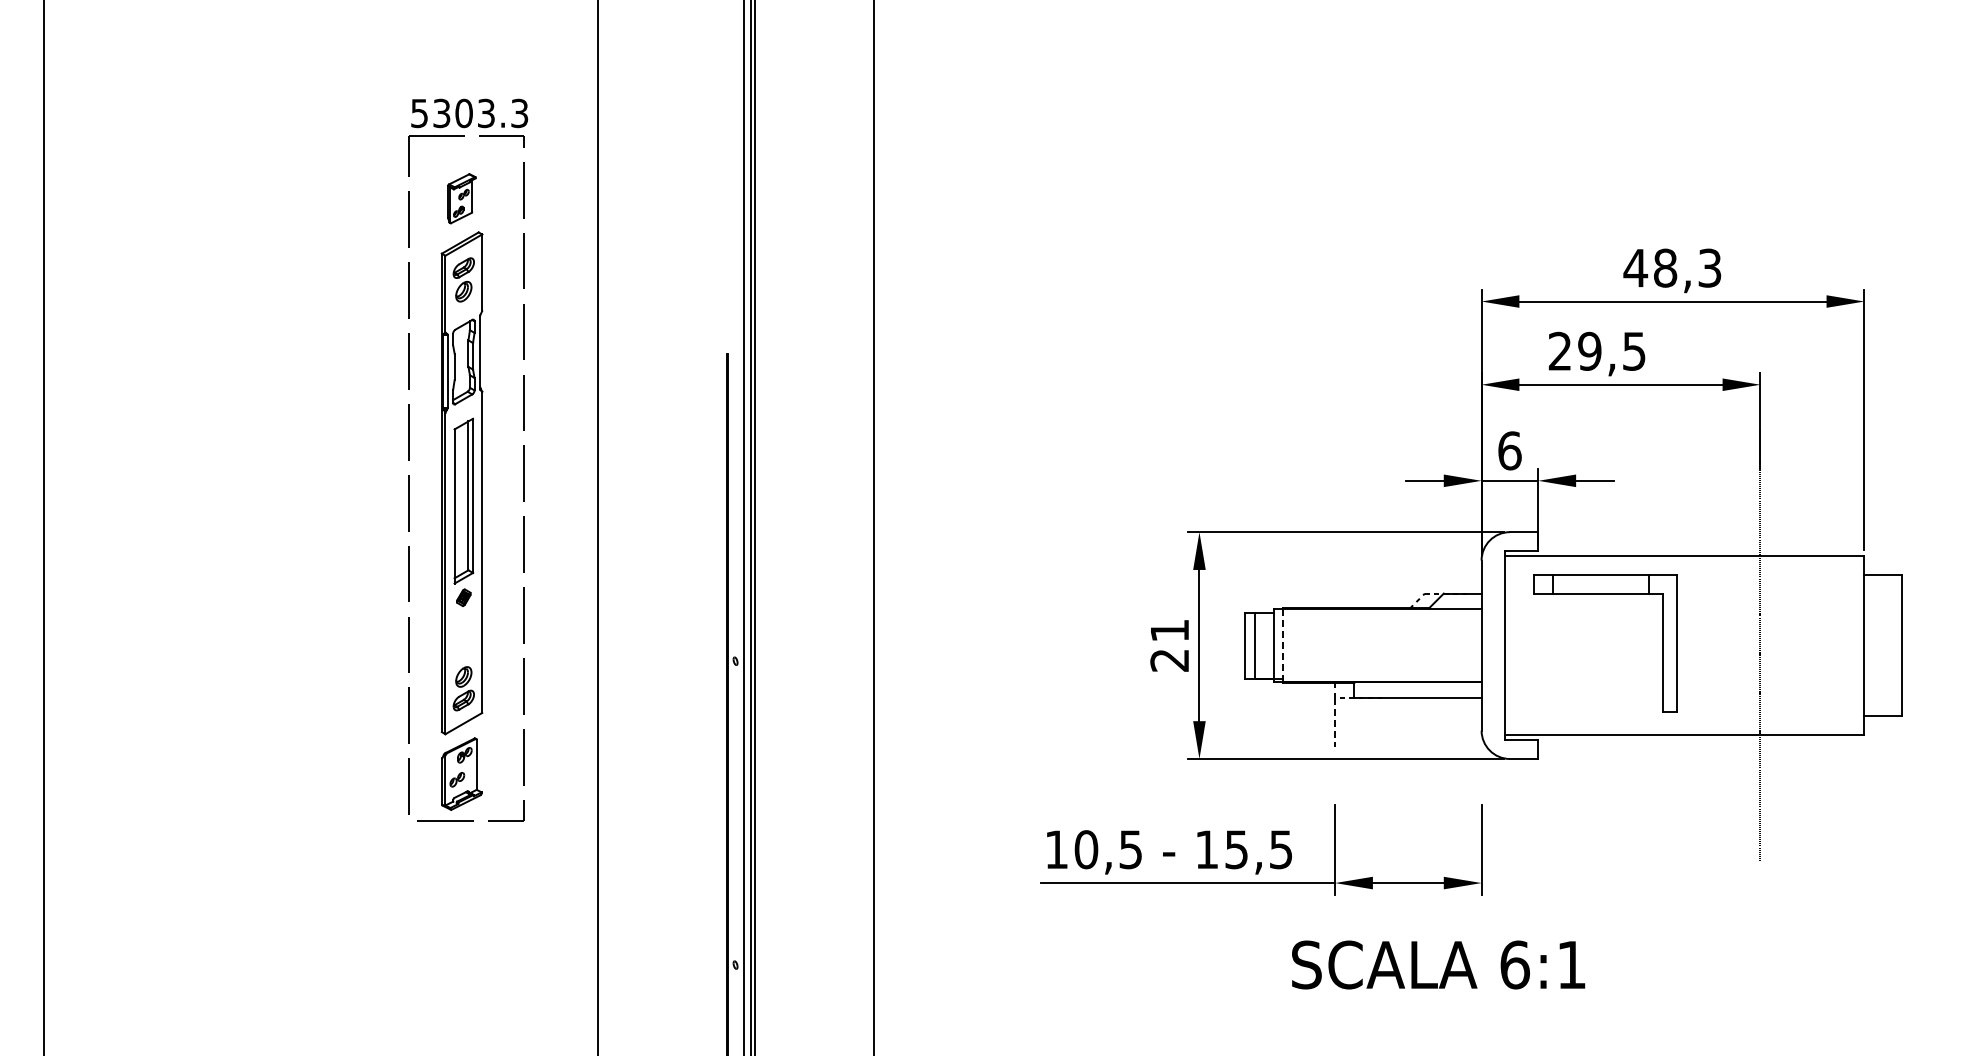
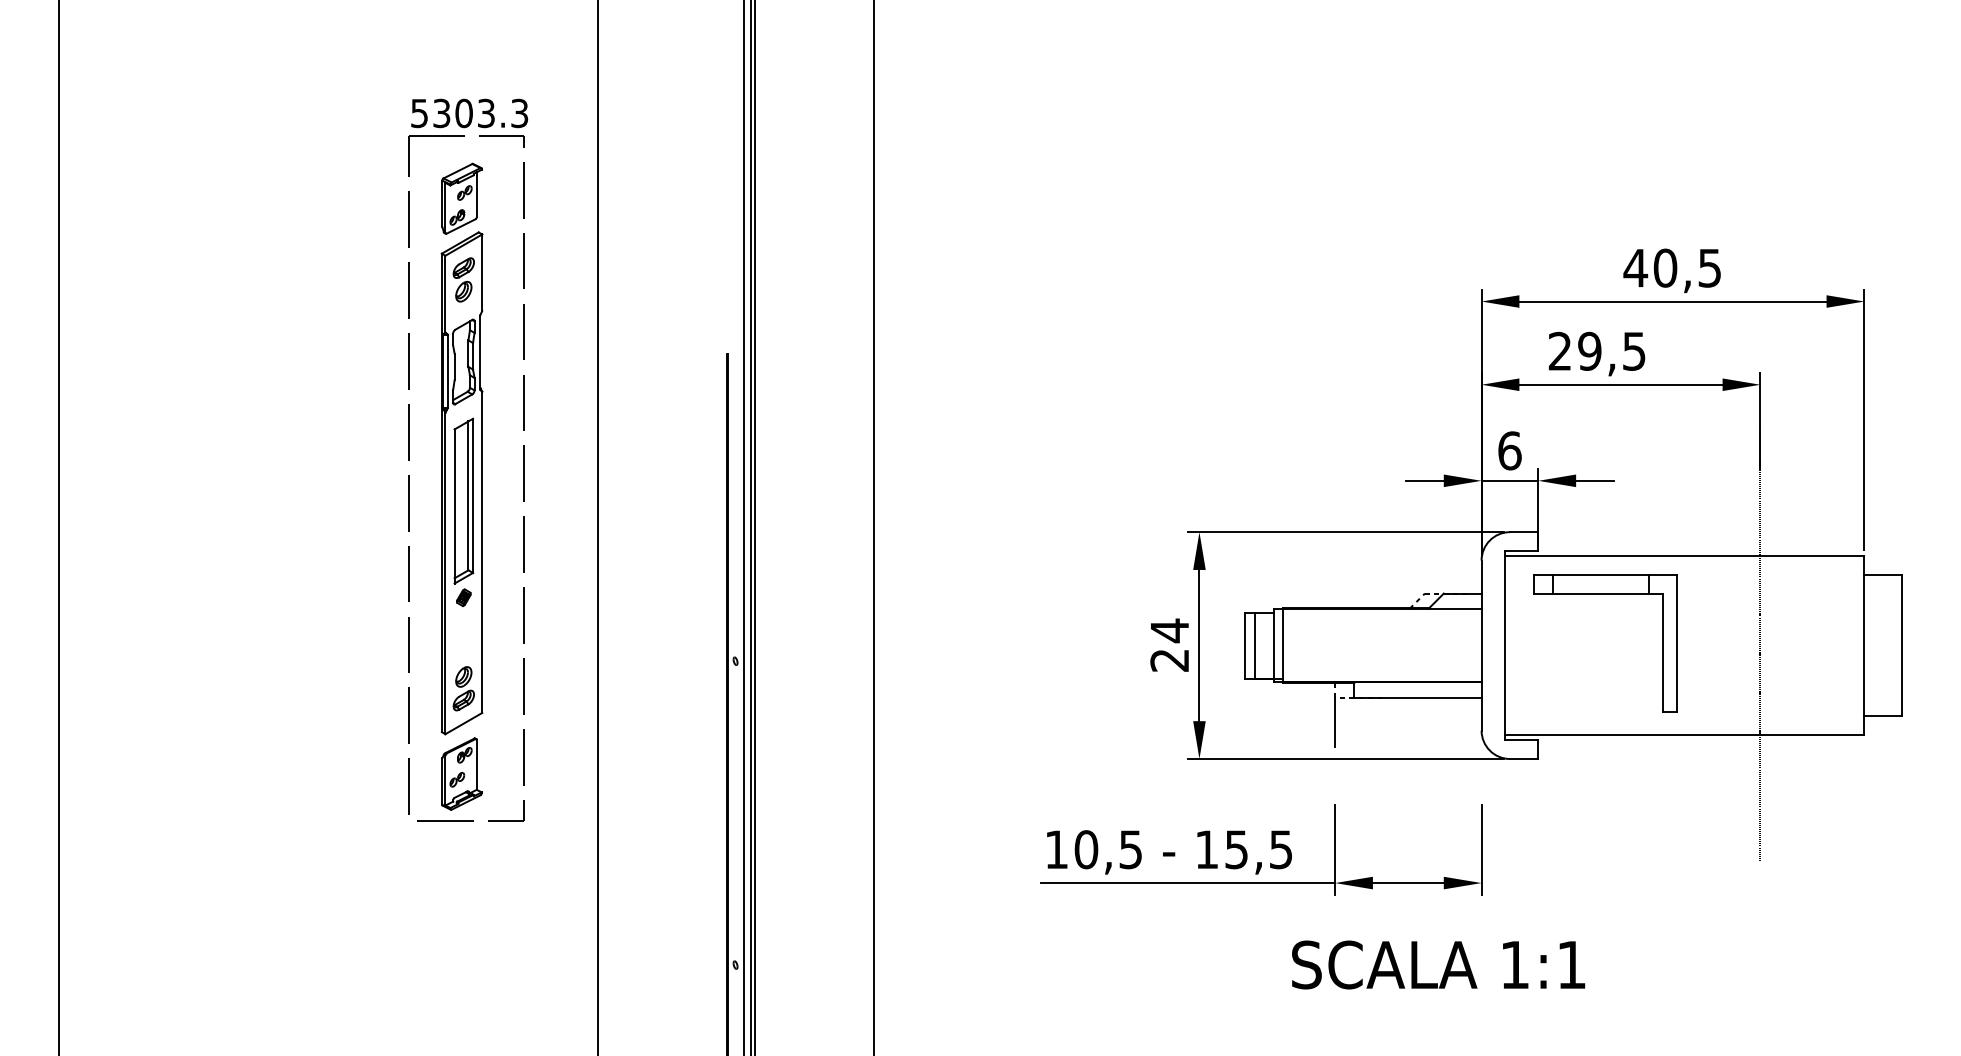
part at (461, 198) size: 30x52 px -> 42x73 px
text at (1687, 267): 48,3 -> 40,5
line at (43, 527) position: (43, 527) -> (58, 527)
text at (1169, 630): 21 -> 24
line at (1283, 645): dashed -> solid
line at (1335, 722): dashed -> solid
text at (1514, 964): 6:1 -> 1:1
